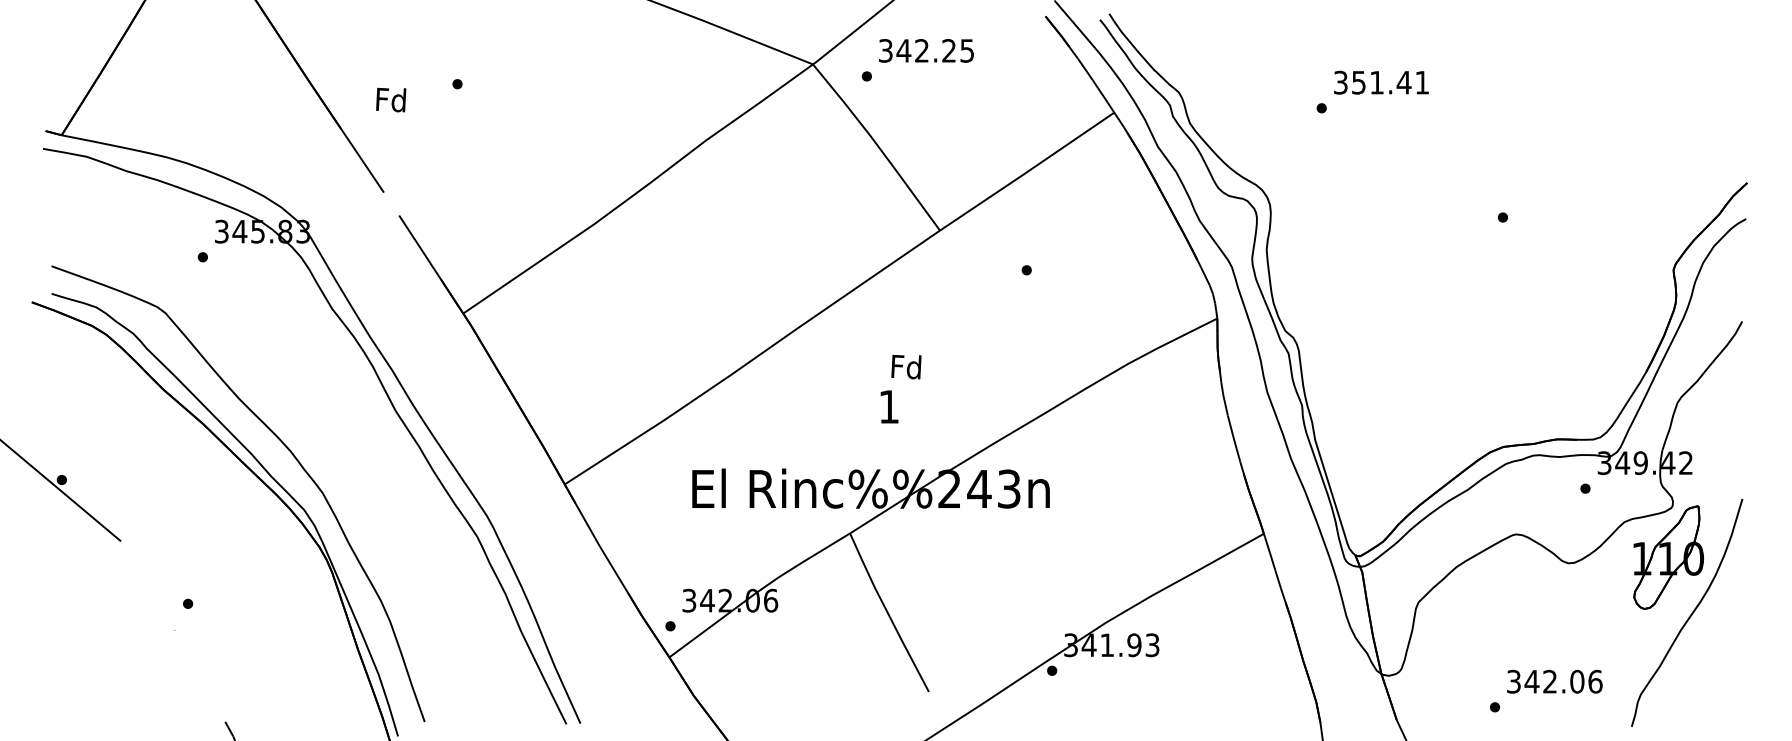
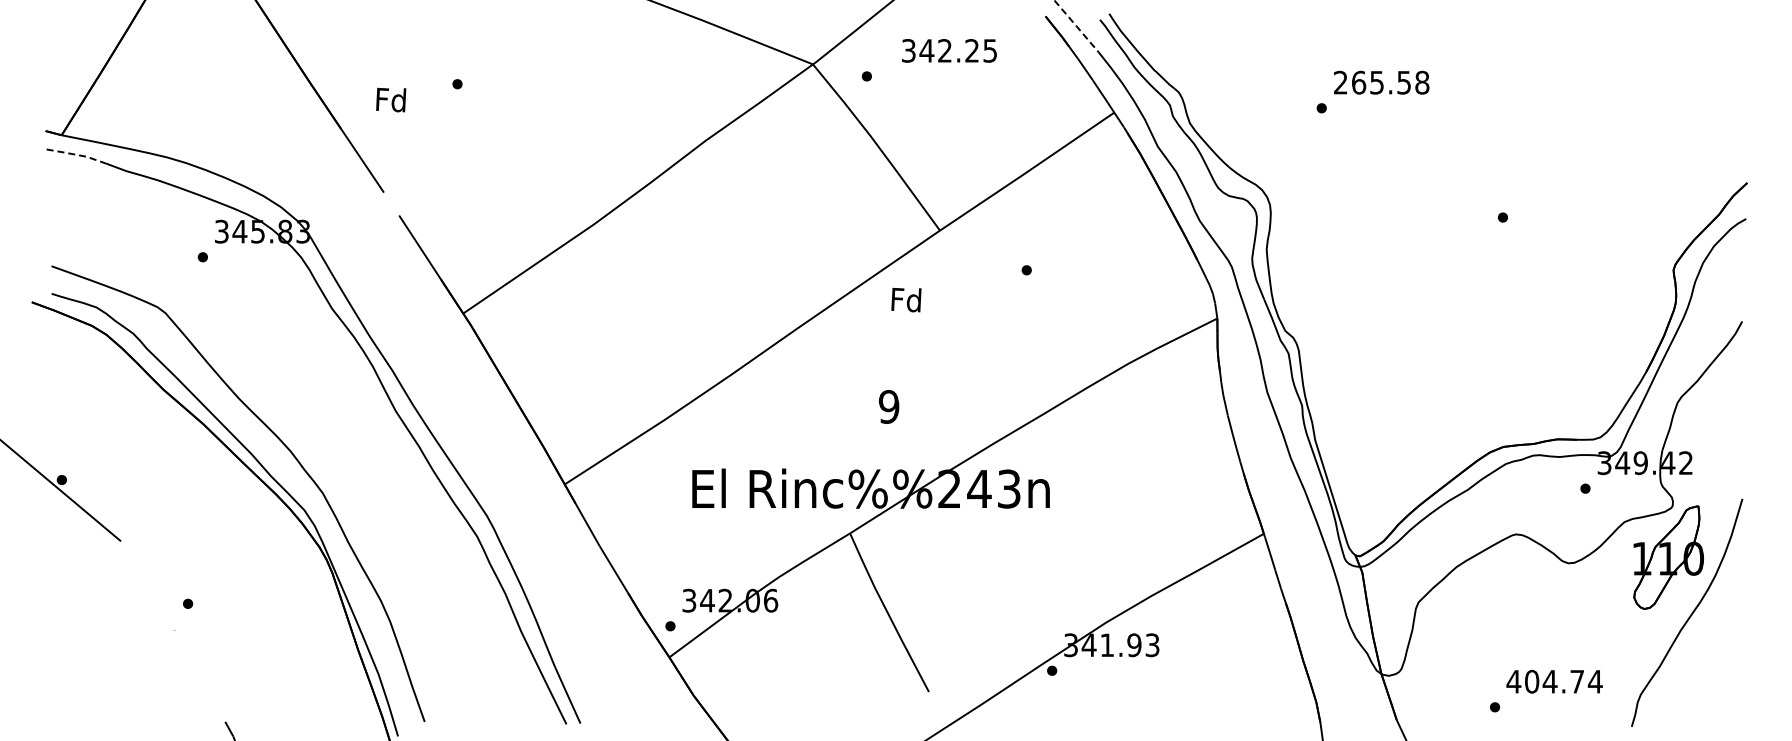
line at (1076, 26): solid -> dashed
text at (926, 50) position: (926, 50) -> (949, 50)
text at (1381, 82): 351.41 -> 265.58
line at (75, 154): solid -> dashed
text at (906, 367) position: (906, 367) -> (906, 300)
text at (888, 406): 1 -> 9
text at (1554, 681): 342.06 -> 404.74
